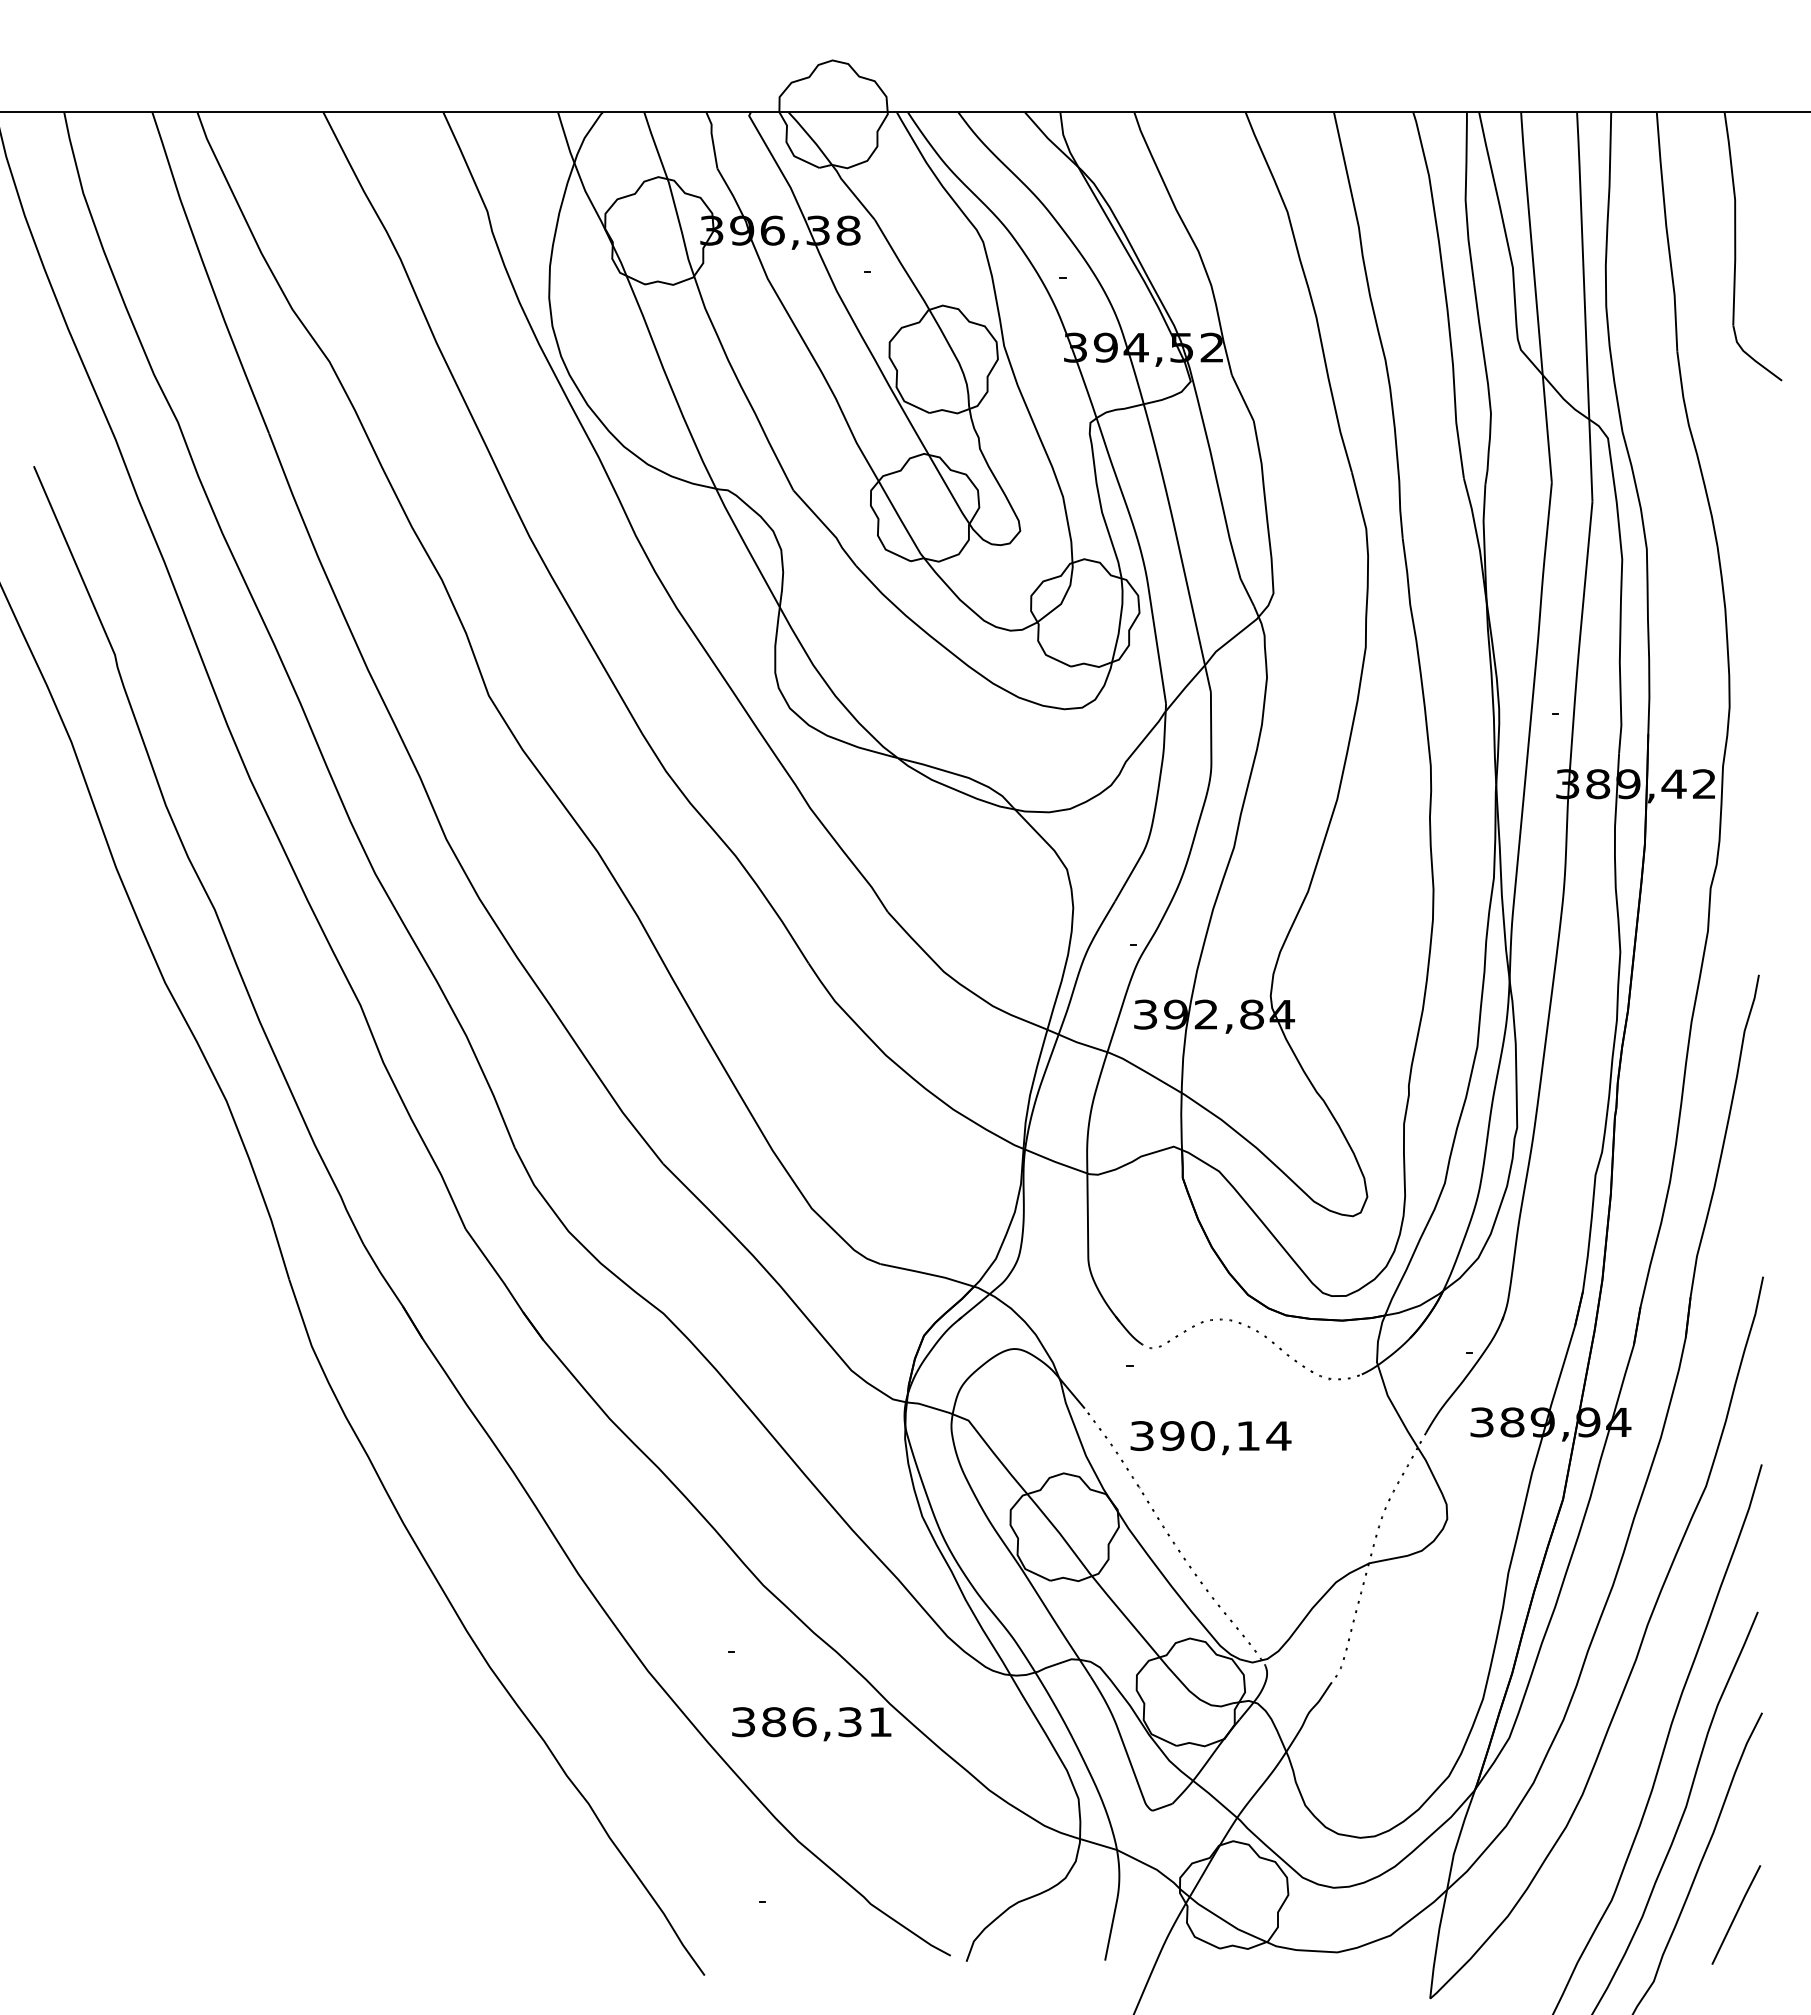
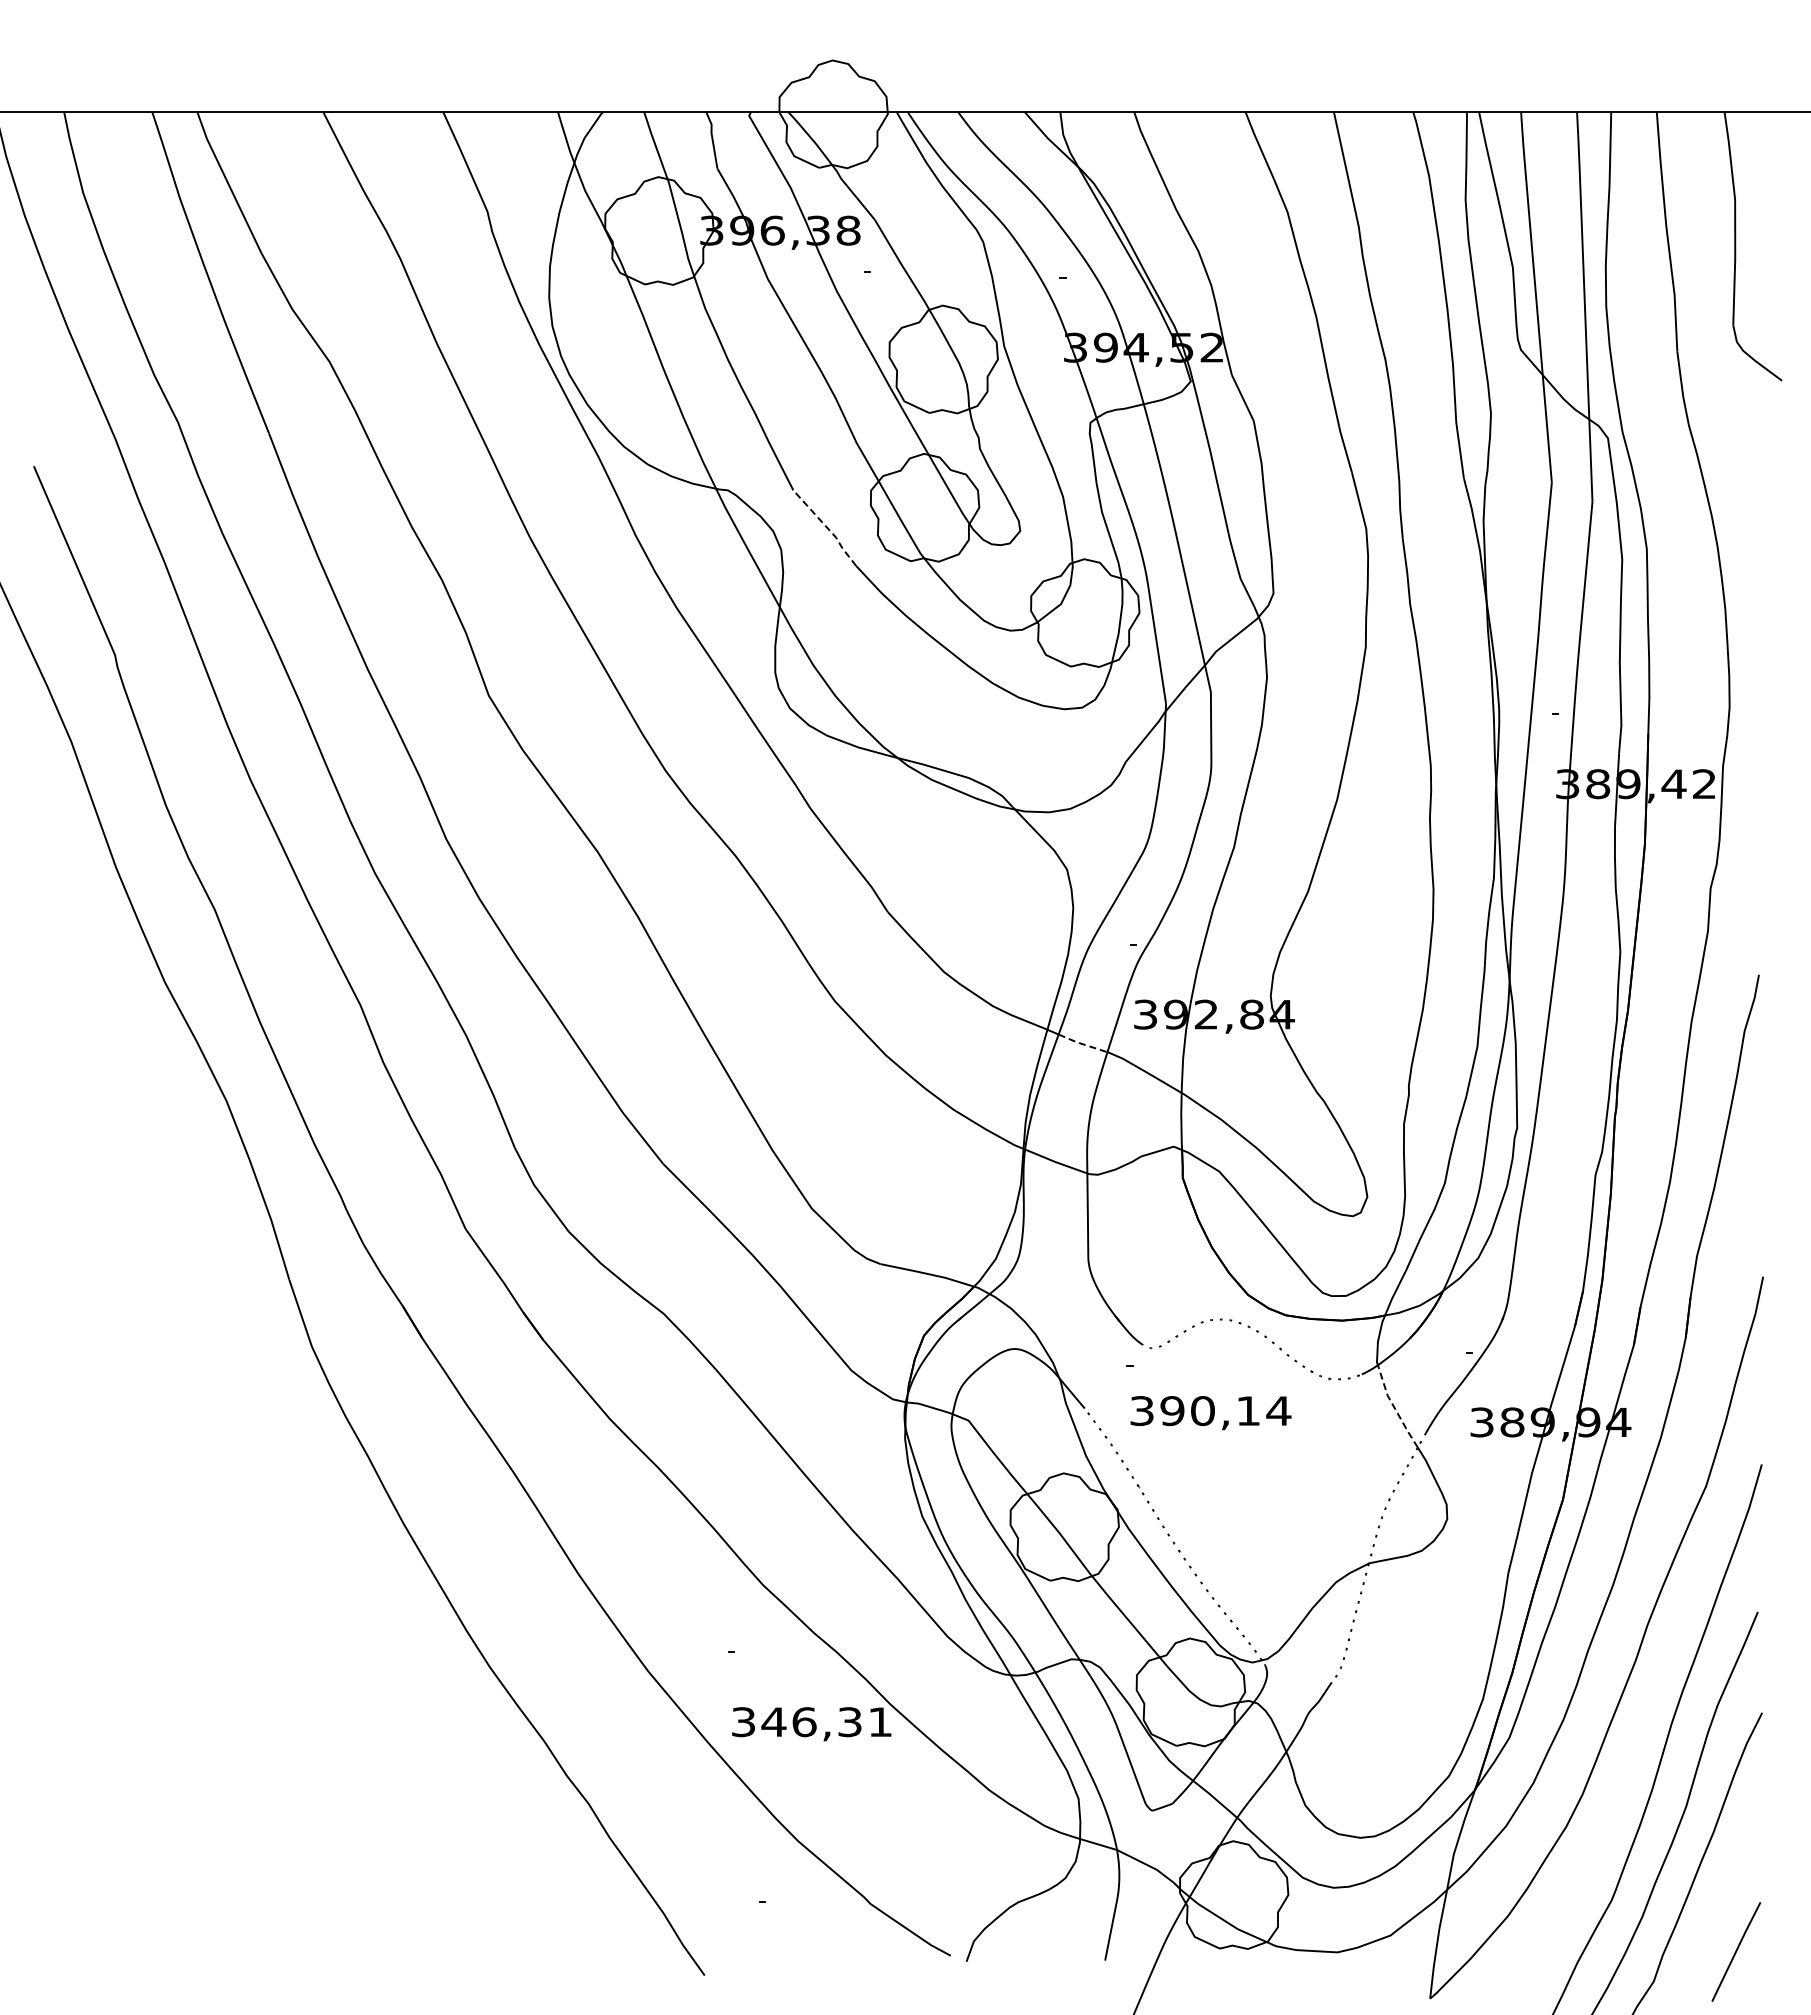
line at (827, 527): solid -> dashed
line at (1082, 1044): solid -> dashed
line at (1394, 1407): solid -> dashed
text at (1210, 1438) position: (1210, 1438) -> (1210, 1413)
text at (773, 1722): 386,31 -> 346,31
line at (1736, 1914) position: (1736, 1914) -> (1736, 1951)
